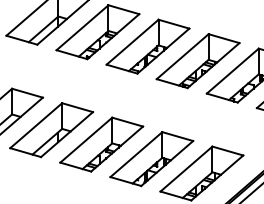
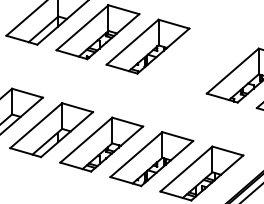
part at (197, 61): present -> none
